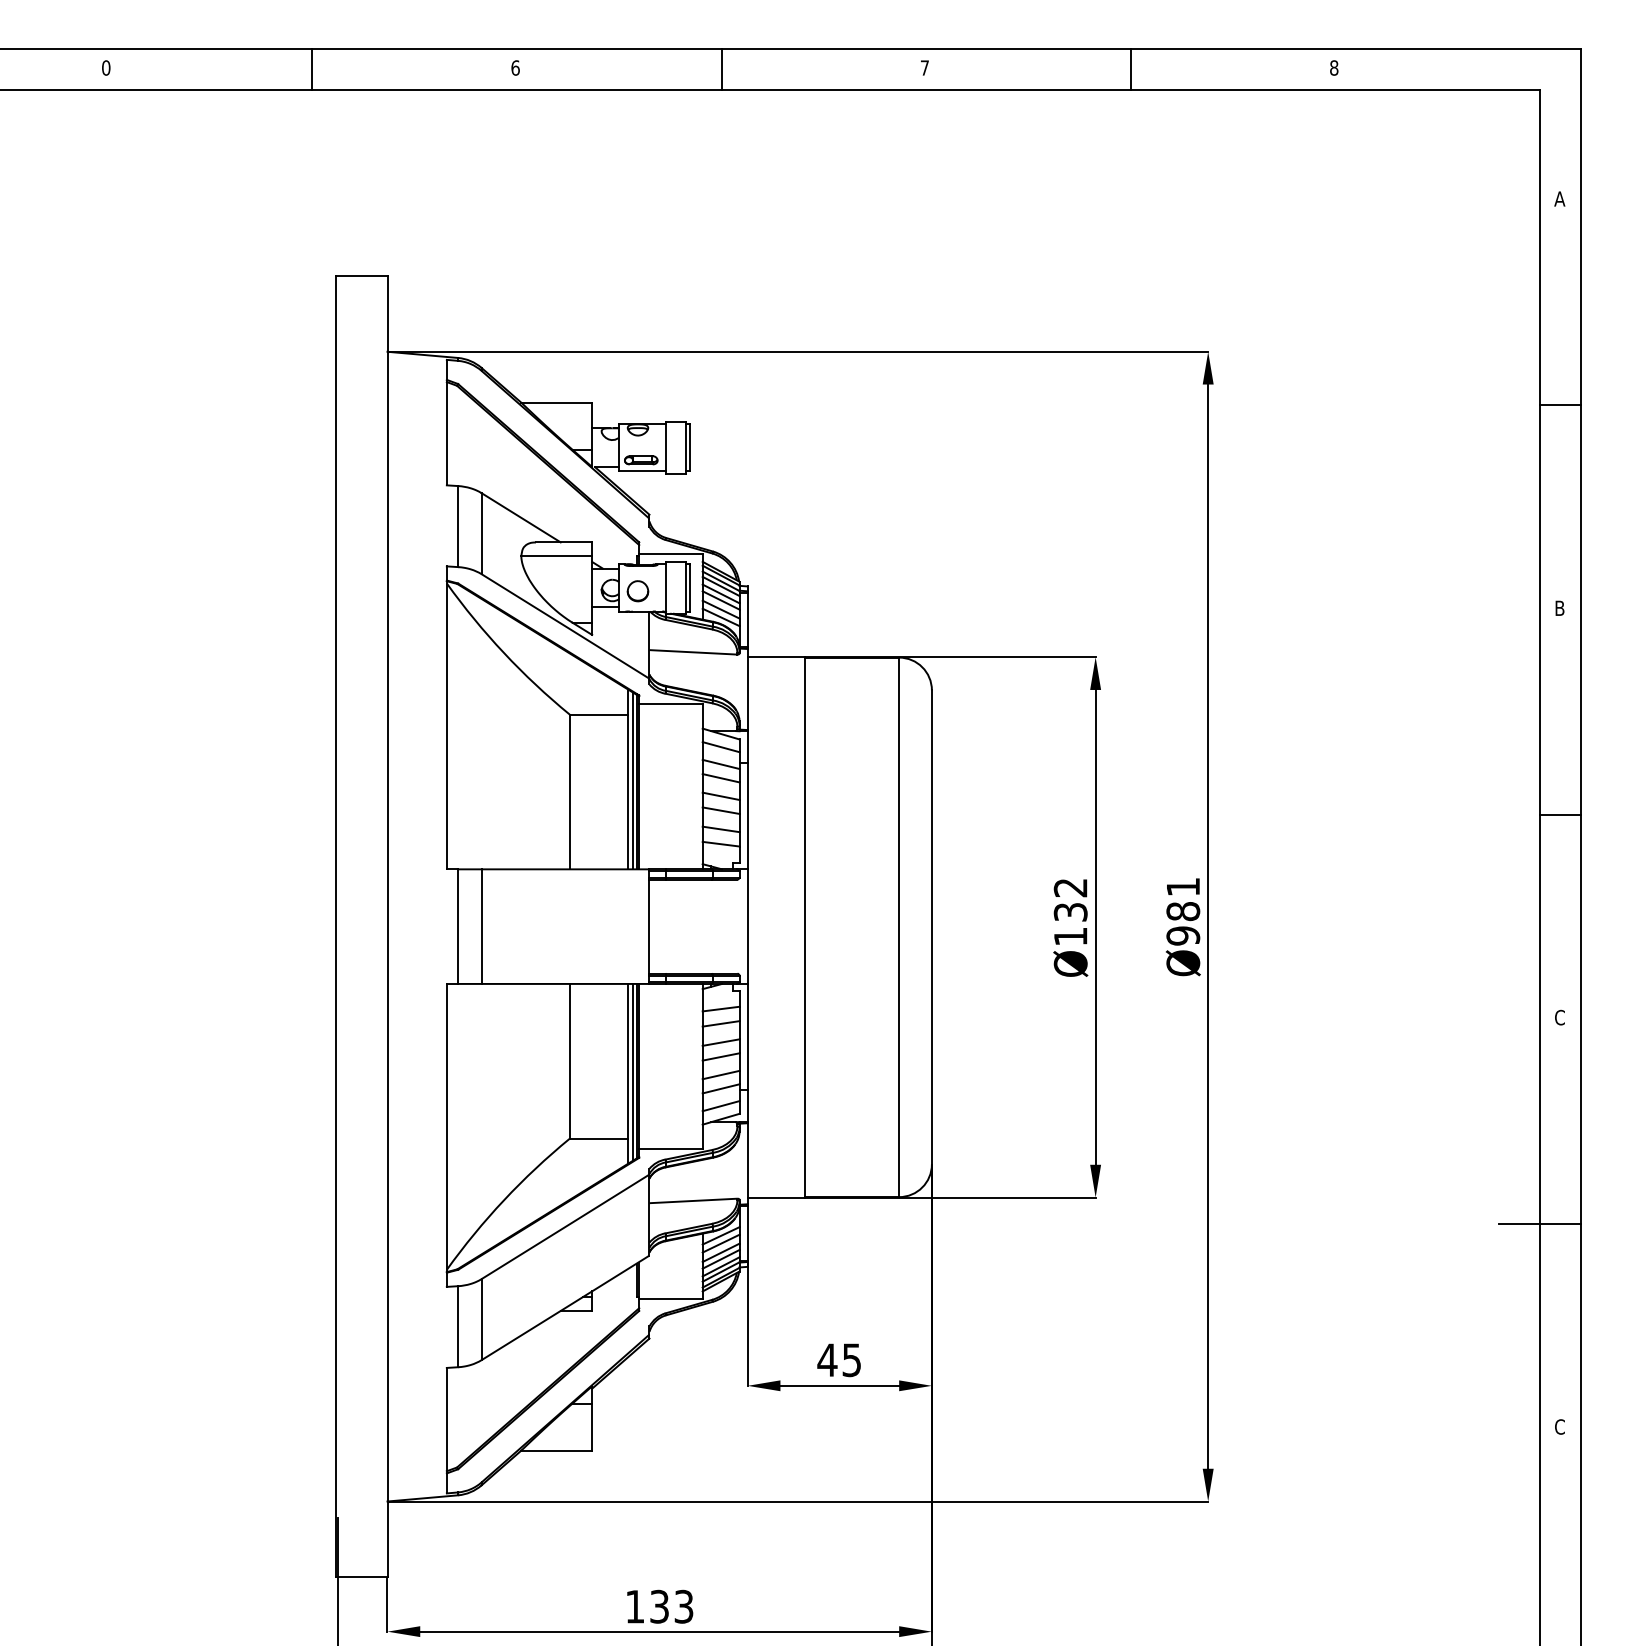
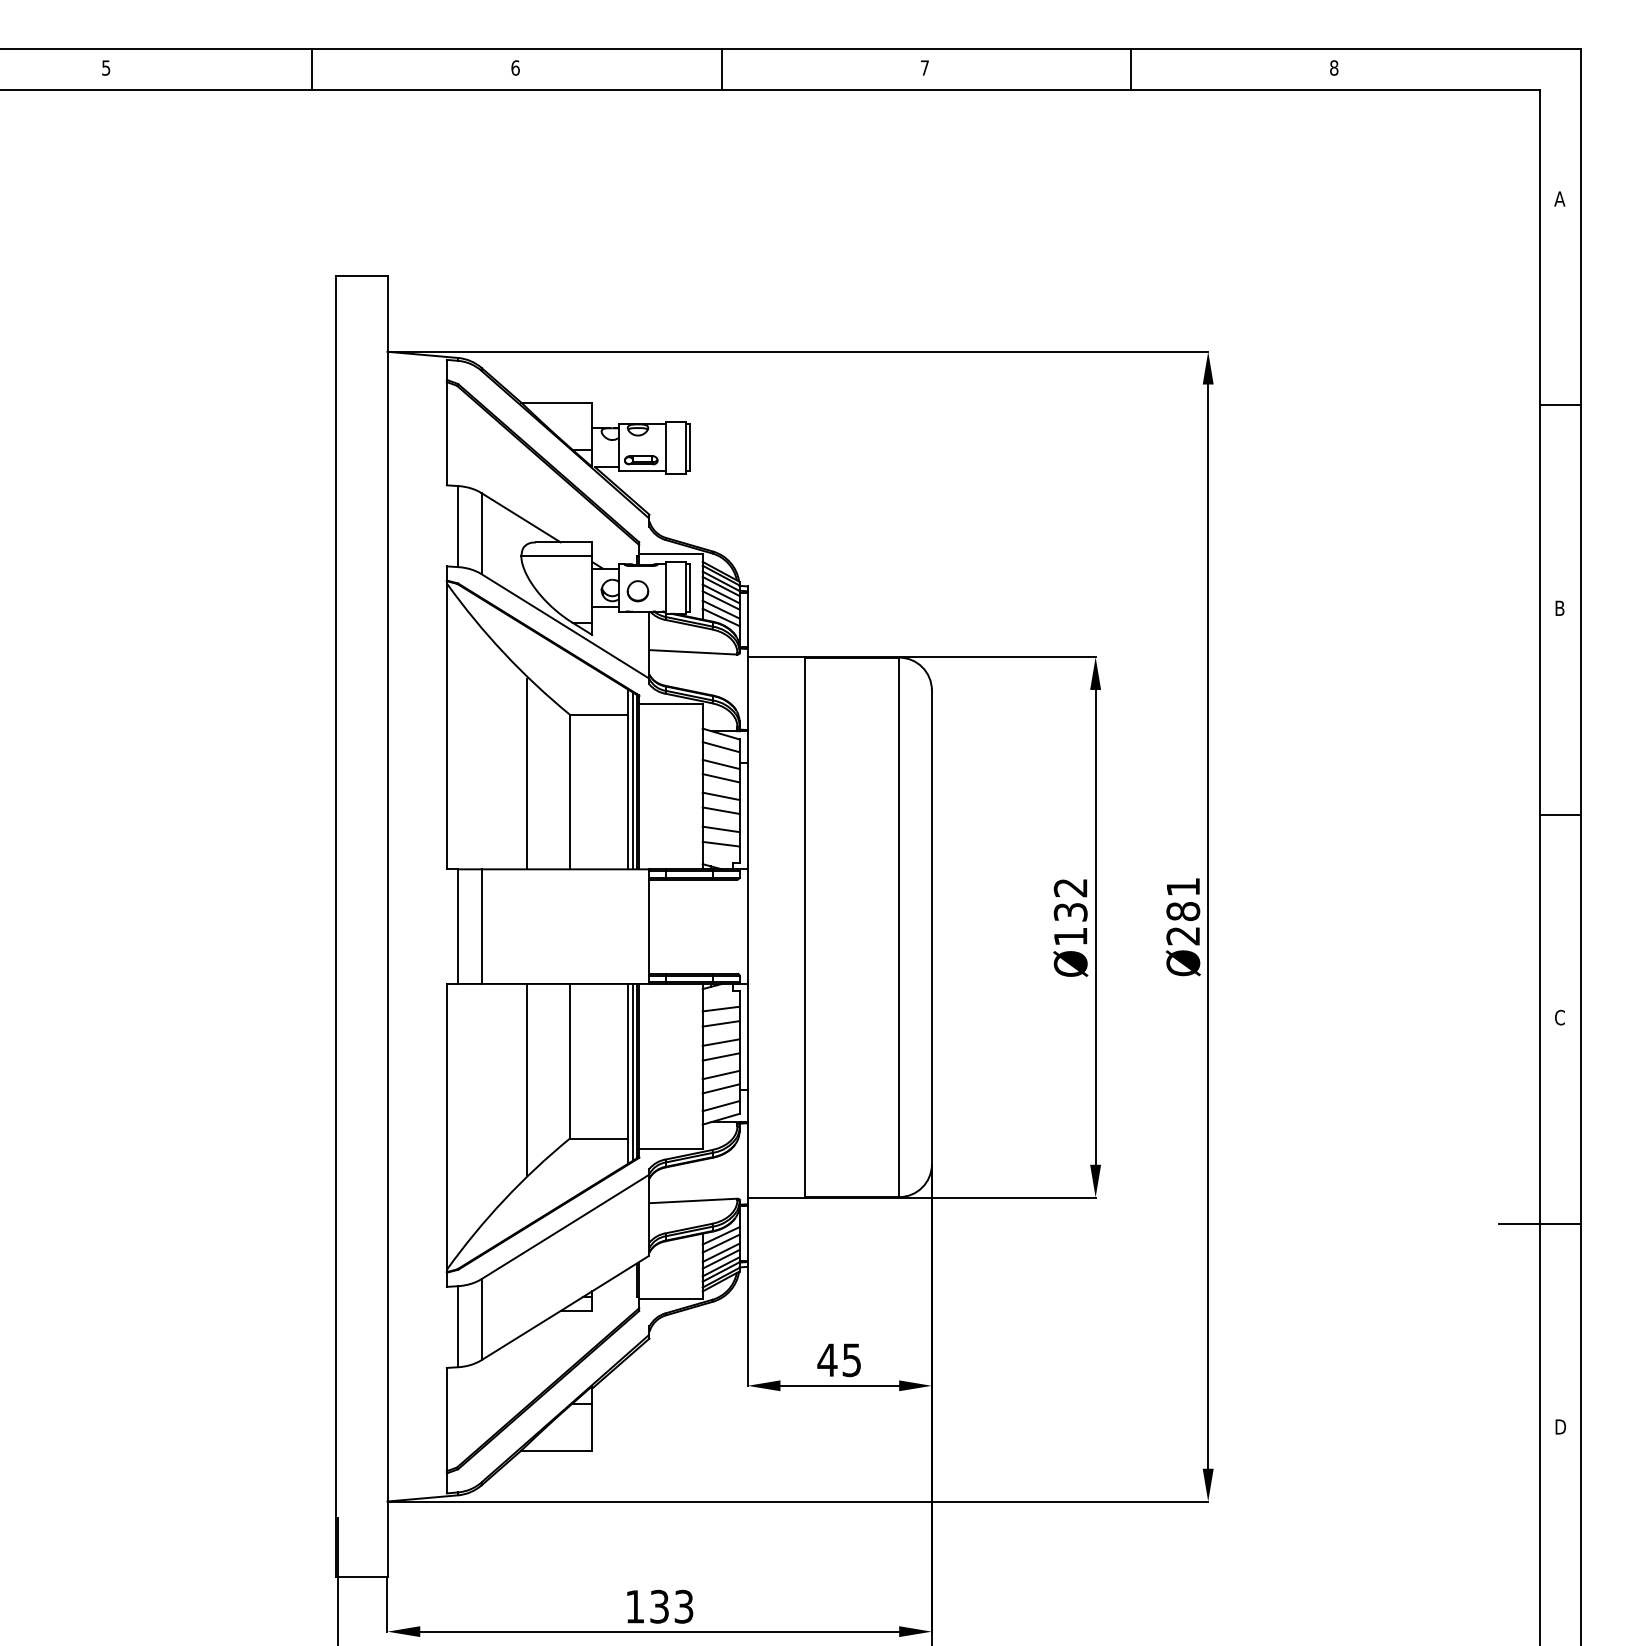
text at (106, 67): 0 -> 5
line at (526, 773): none -> present
text at (1183, 935): Ø981 -> Ø281
line at (526, 1079): none -> present
text at (1560, 1426): C -> D
